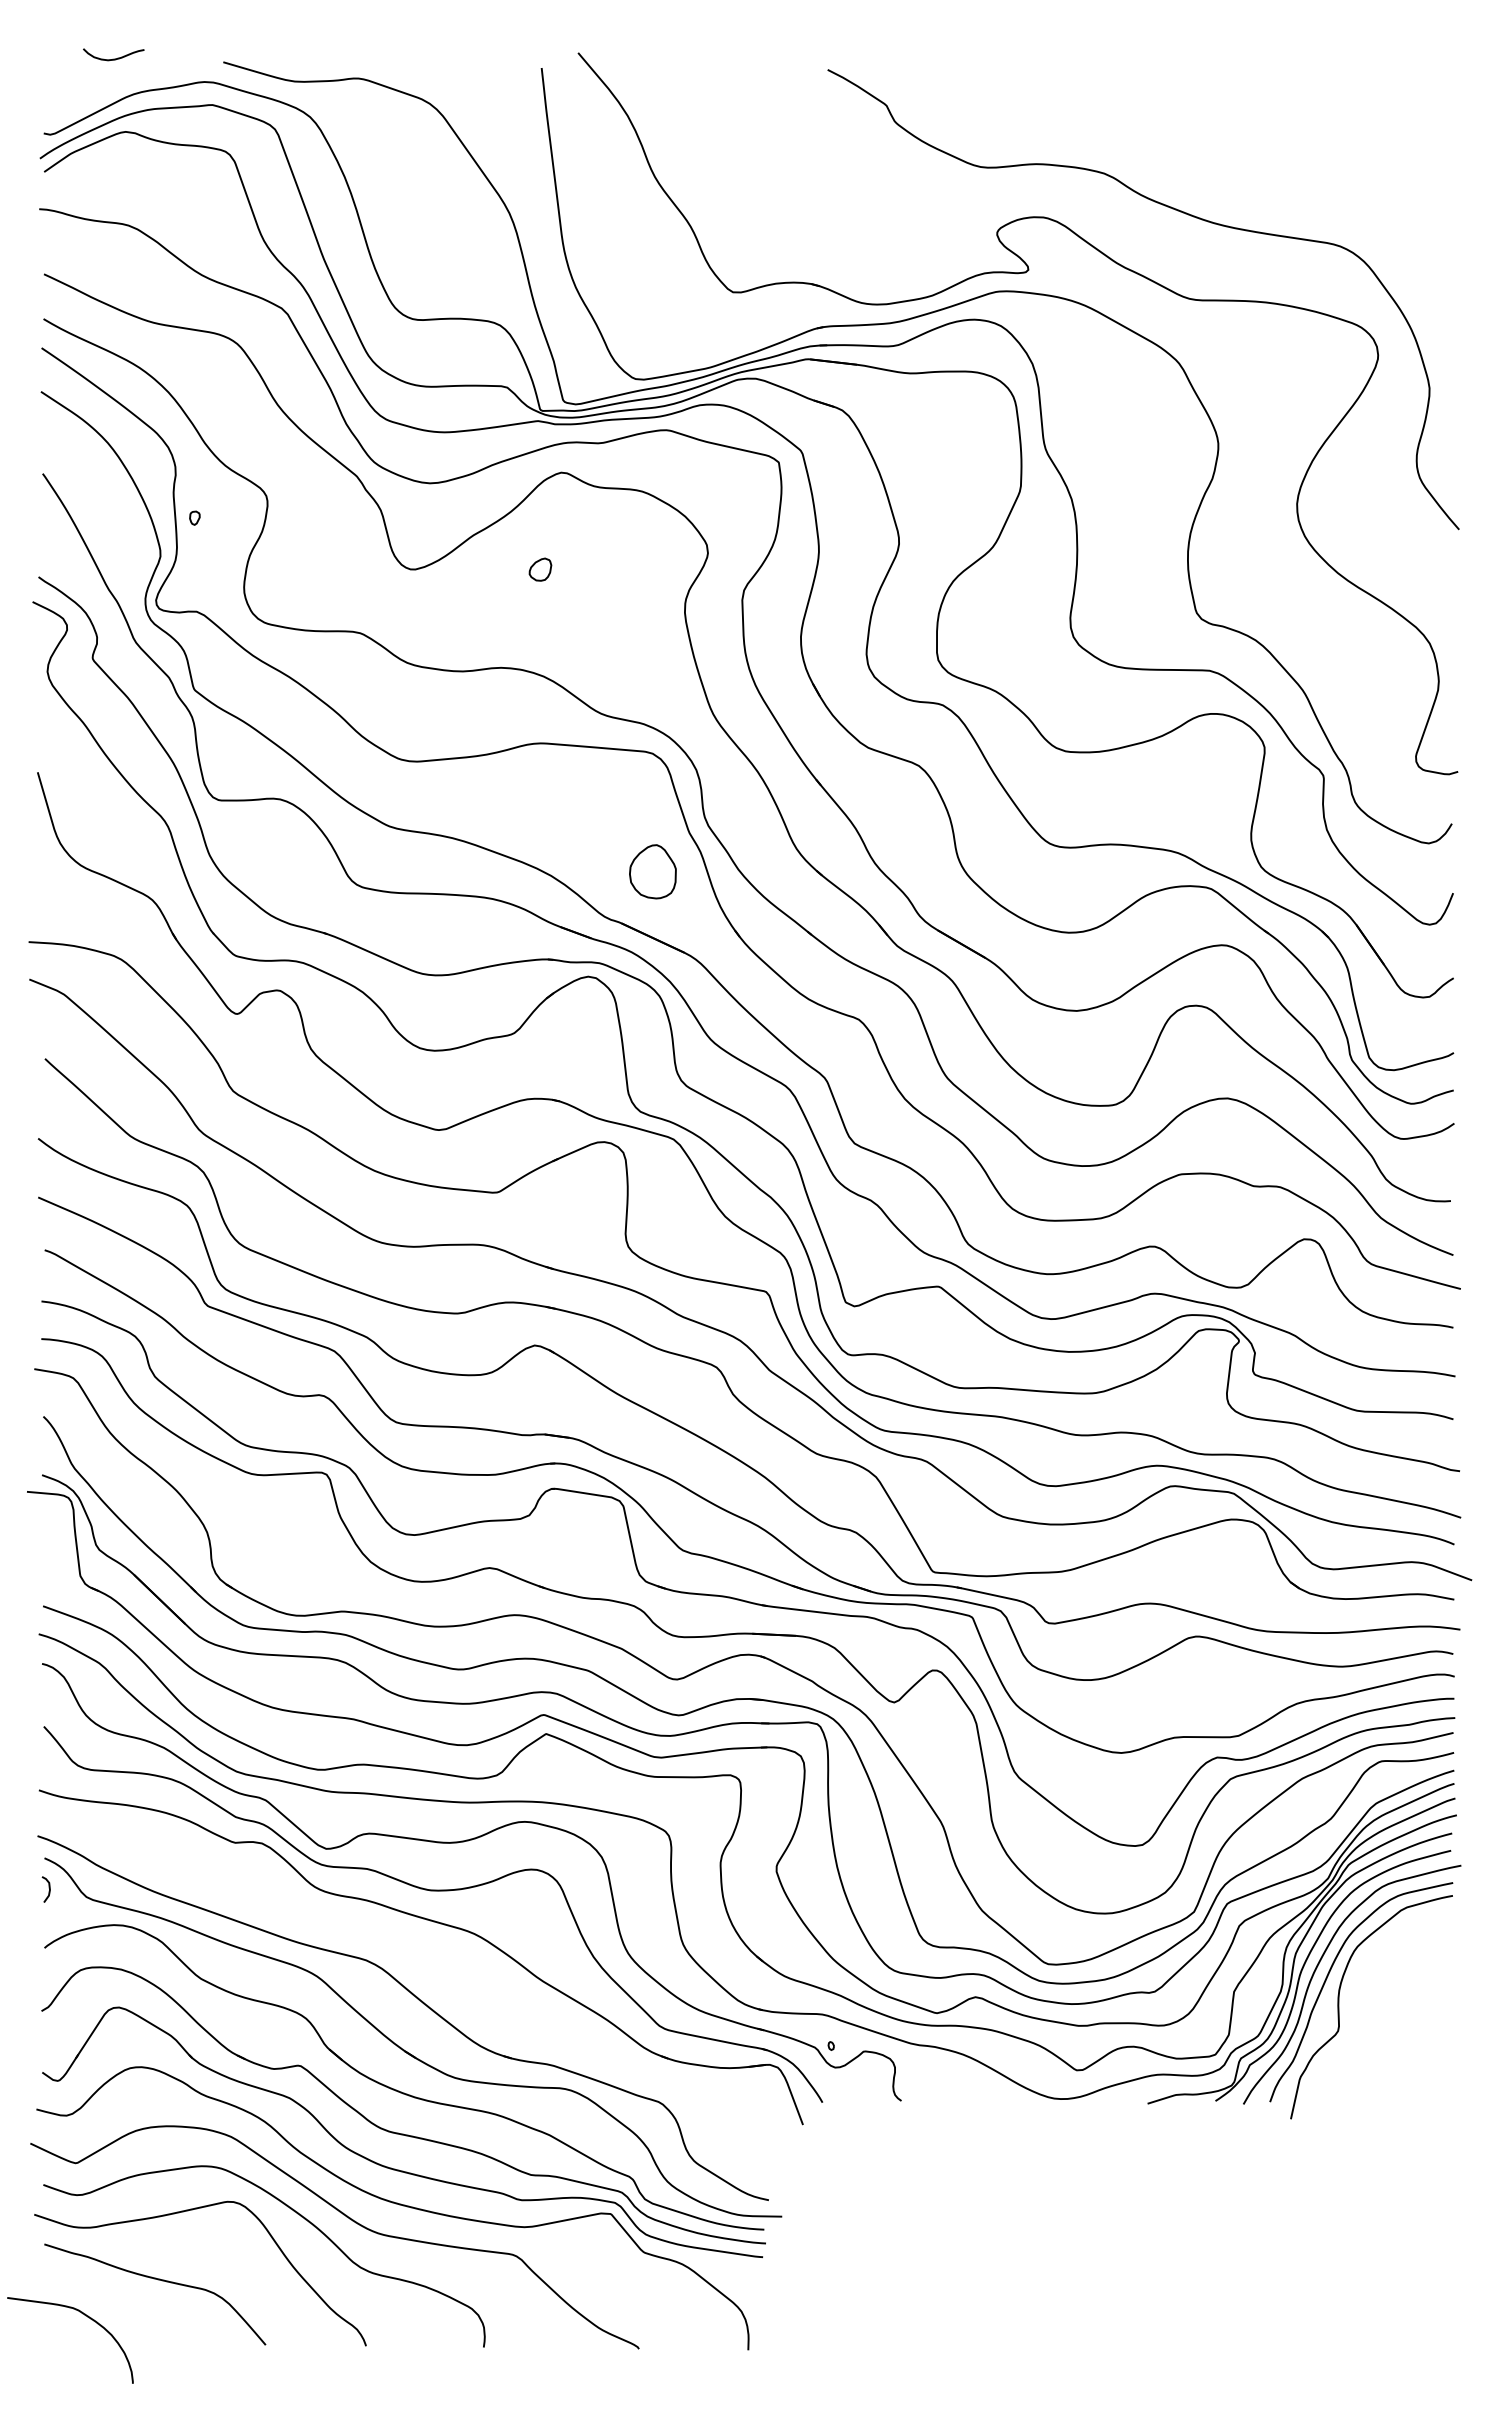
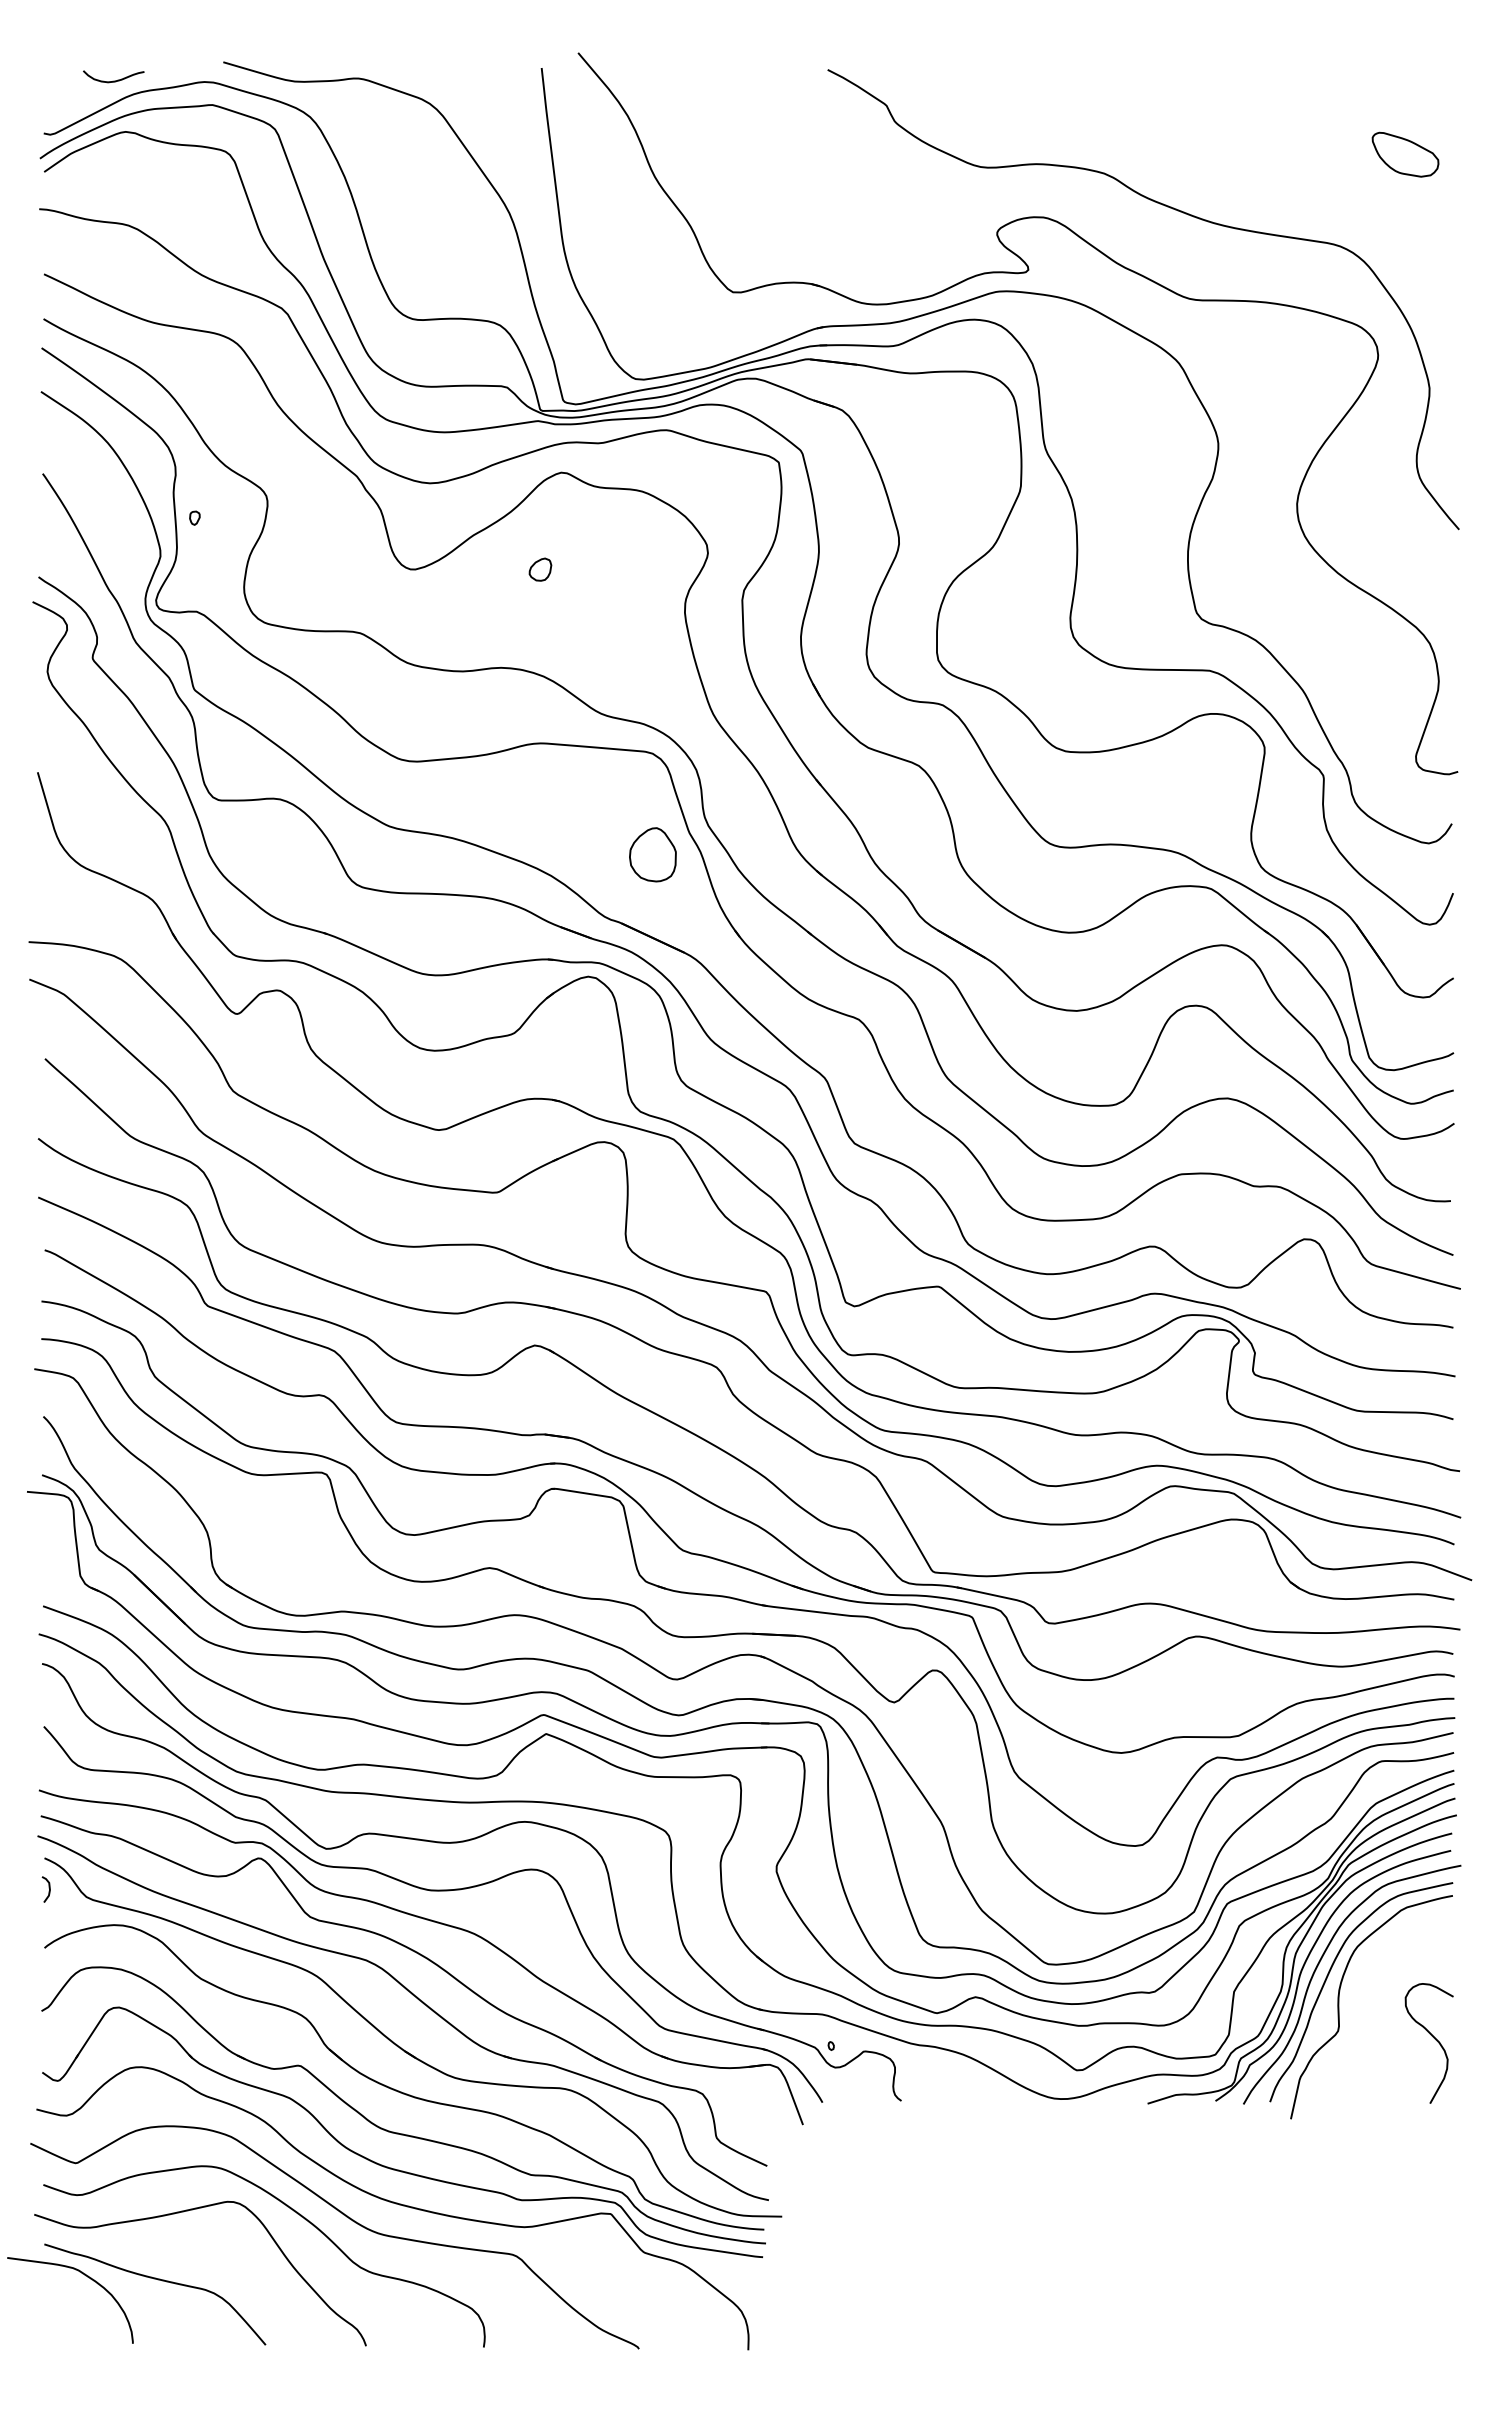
curve at (113, 58) position: (113, 58) -> (113, 80)
part at (1405, 154): none -> present
part at (652, 871) position: (652, 871) -> (652, 854)
part at (421, 1956): none -> present
curve at (1433, 2038): none -> present
curve at (85, 2316) position: (85, 2316) -> (85, 2276)
